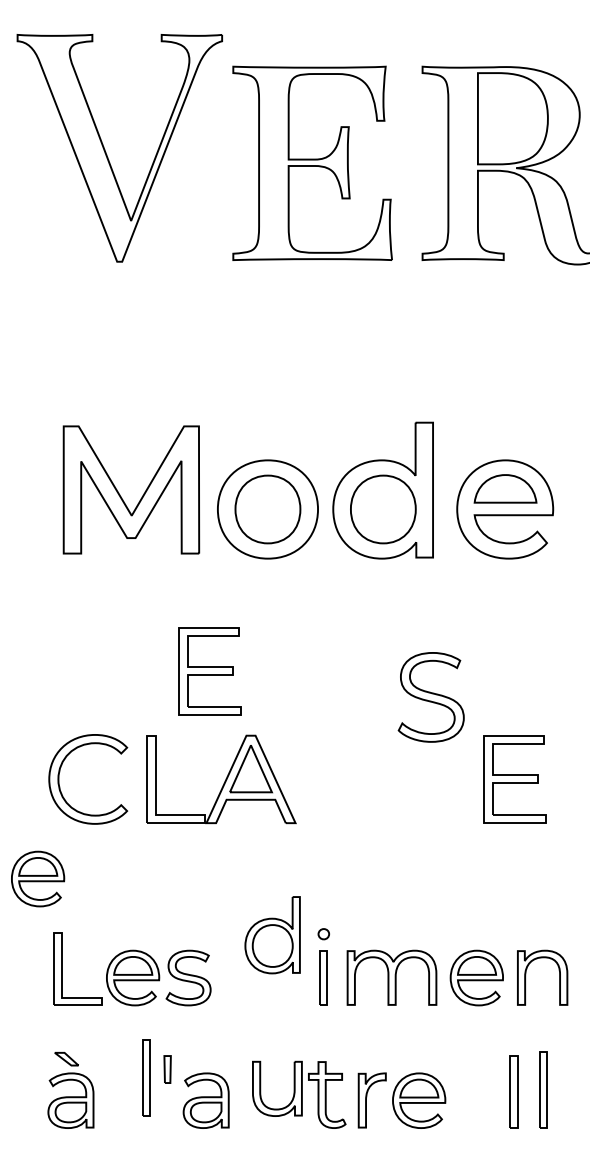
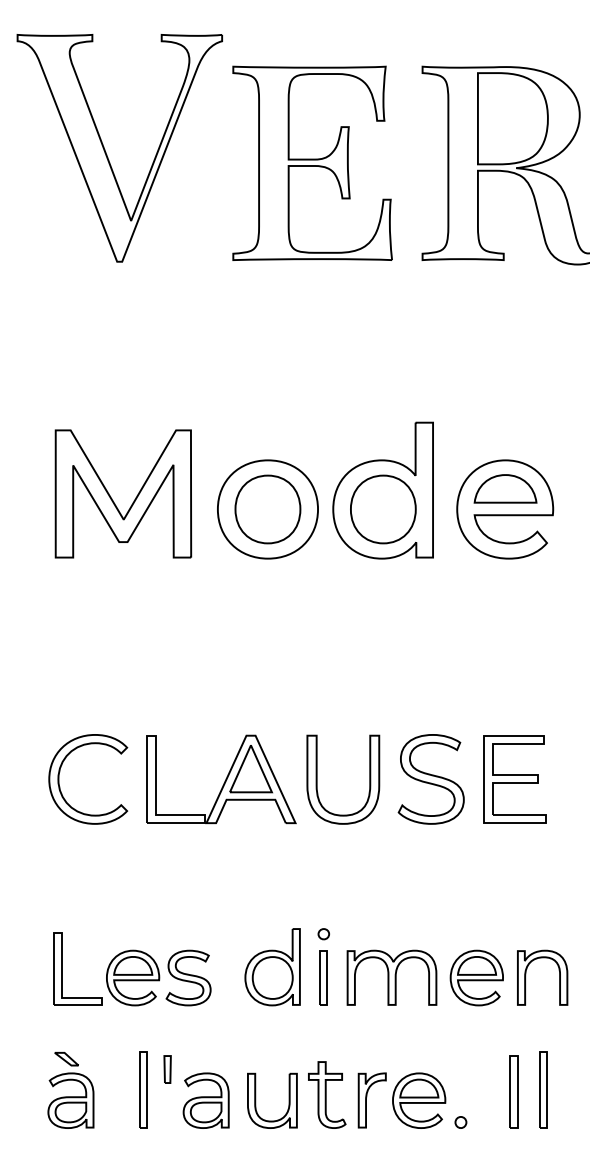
part at (120, 494) position: (120, 494) -> (112, 498)
part at (209, 671): present -> none
part at (430, 697) position: (430, 697) -> (430, 779)
part at (317, 779): none -> present
part at (38, 878): present -> none
part at (272, 935) position: (272, 935) -> (272, 967)
part at (146, 1077) position: (146, 1077) -> (143, 1089)
part at (261, 1088) position: (261, 1088) -> (256, 1100)
part at (460, 1122): none -> present
